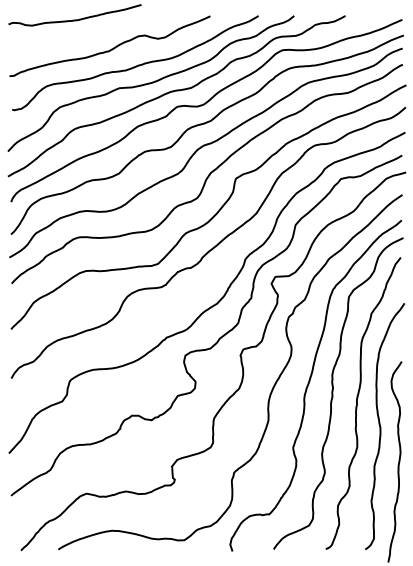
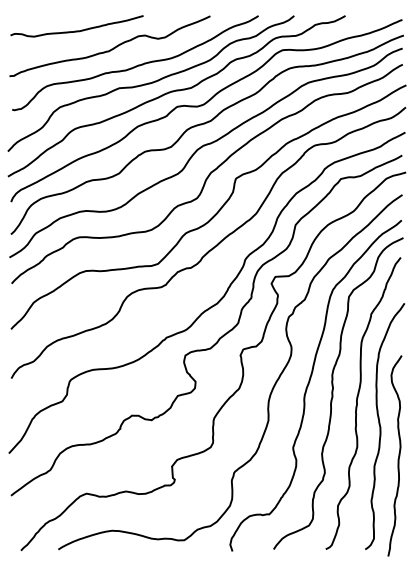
curve at (74, 19) position: (74, 19) -> (76, 30)
curve at (398, 461) position: (398, 461) -> (398, 455)
